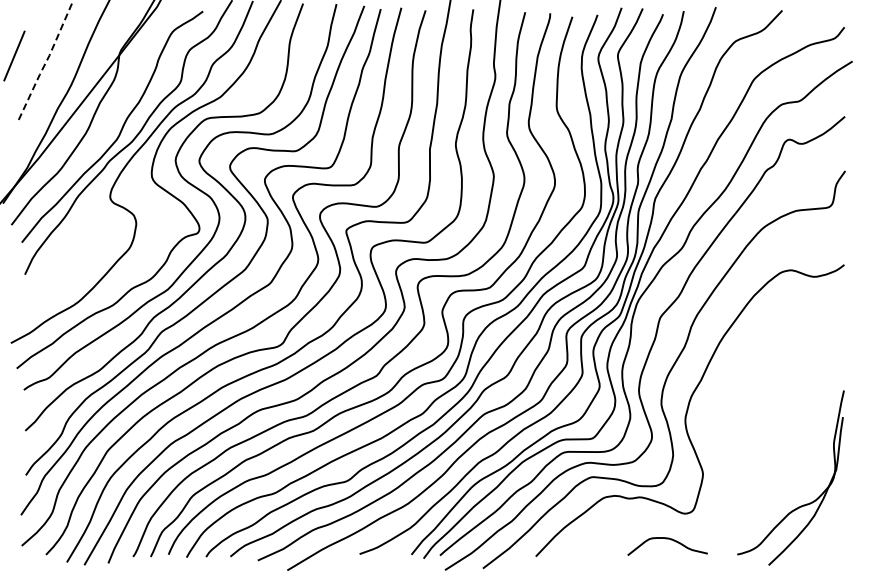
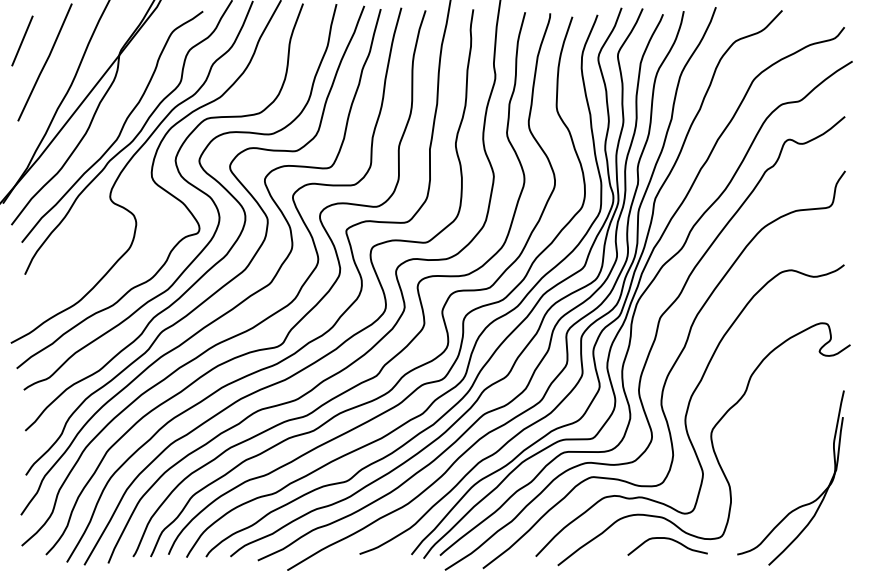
line at (14, 55) position: (14, 55) -> (22, 40)
line at (45, 63): dashed -> solid
curve at (711, 444): none -> present
